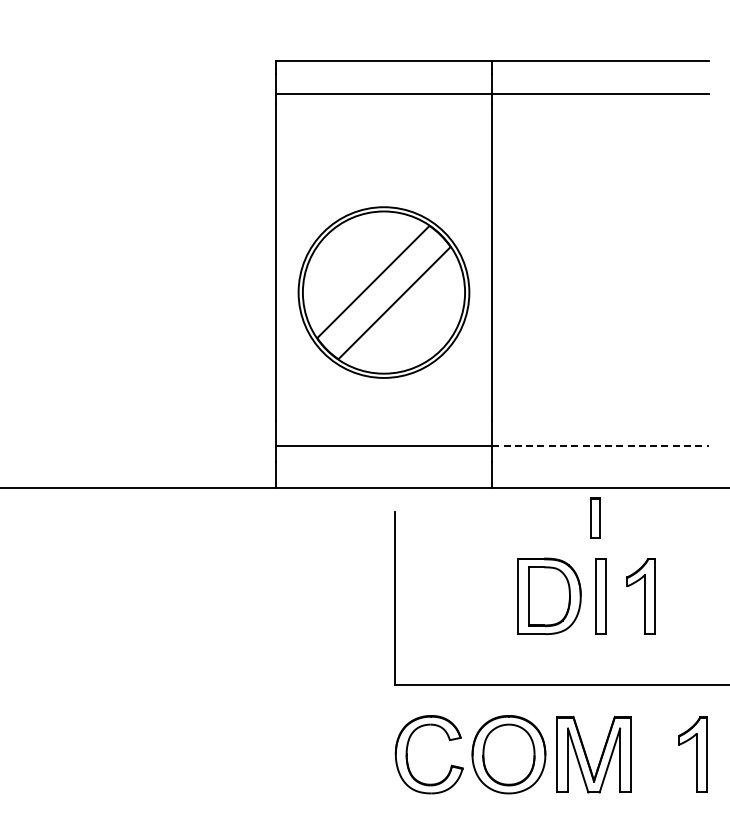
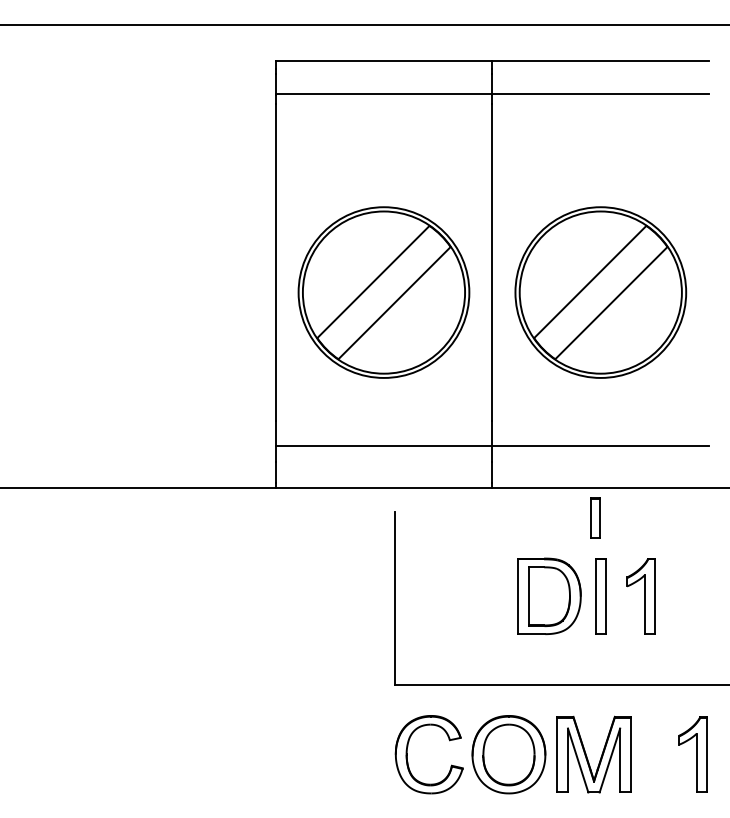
line at (364, 24): none -> present
part at (600, 292): none -> present
line at (601, 446): dashed -> solid
